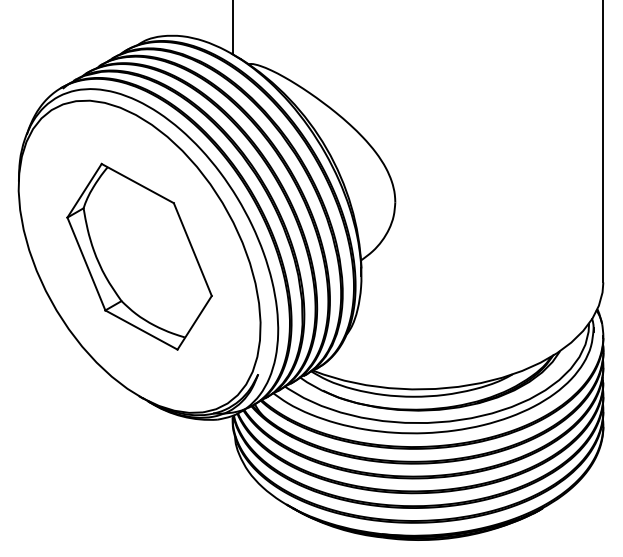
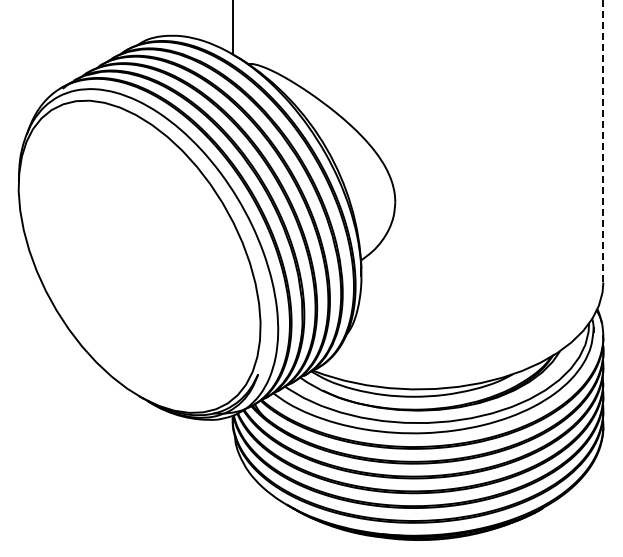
line at (603, 141): solid -> dashed
part at (139, 256): present -> none
